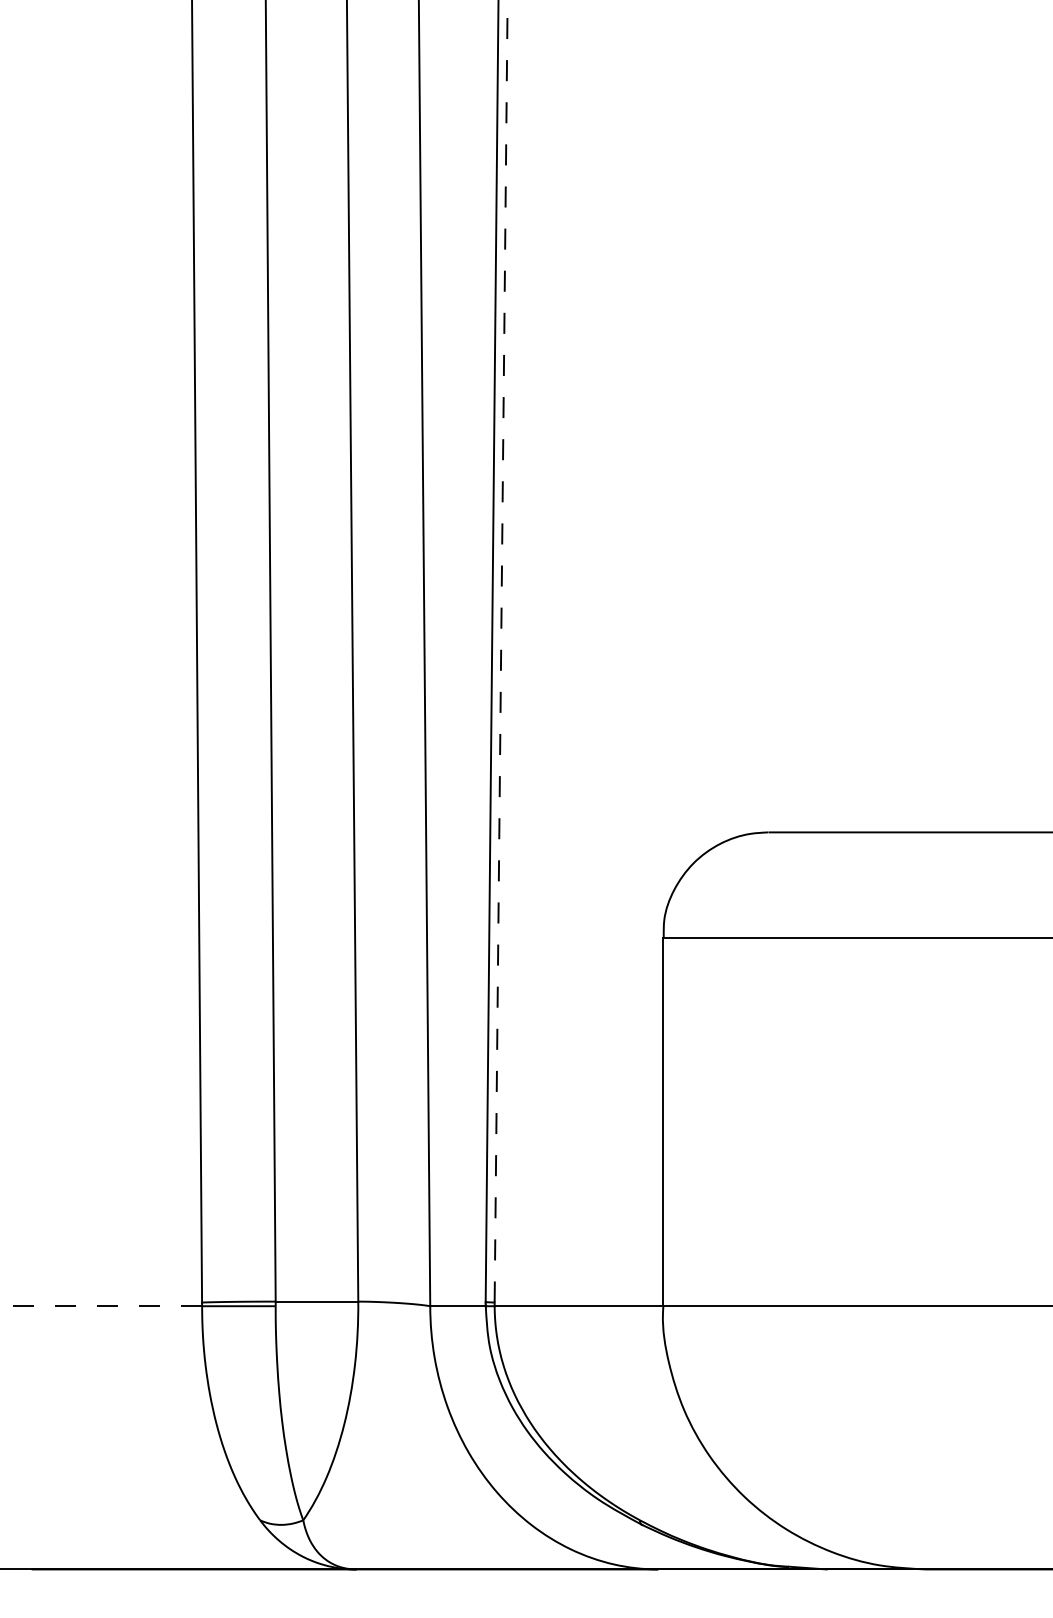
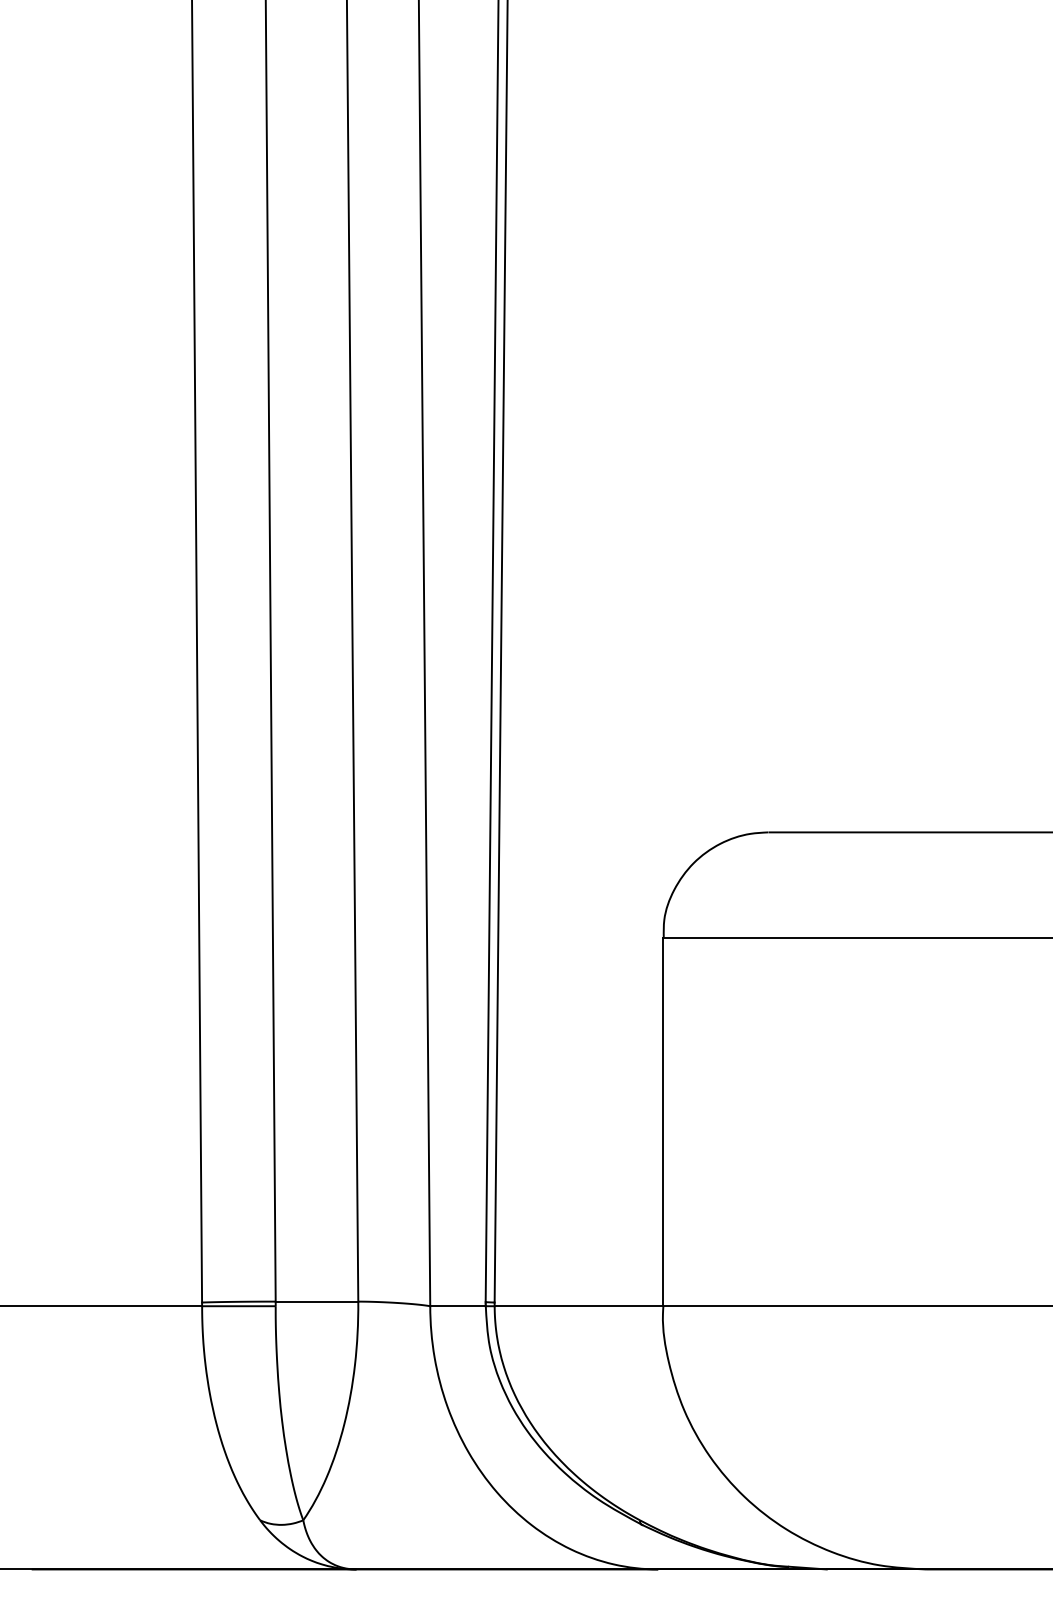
line at (501, 651): dashed -> solid
line at (101, 1306): dashed -> solid
